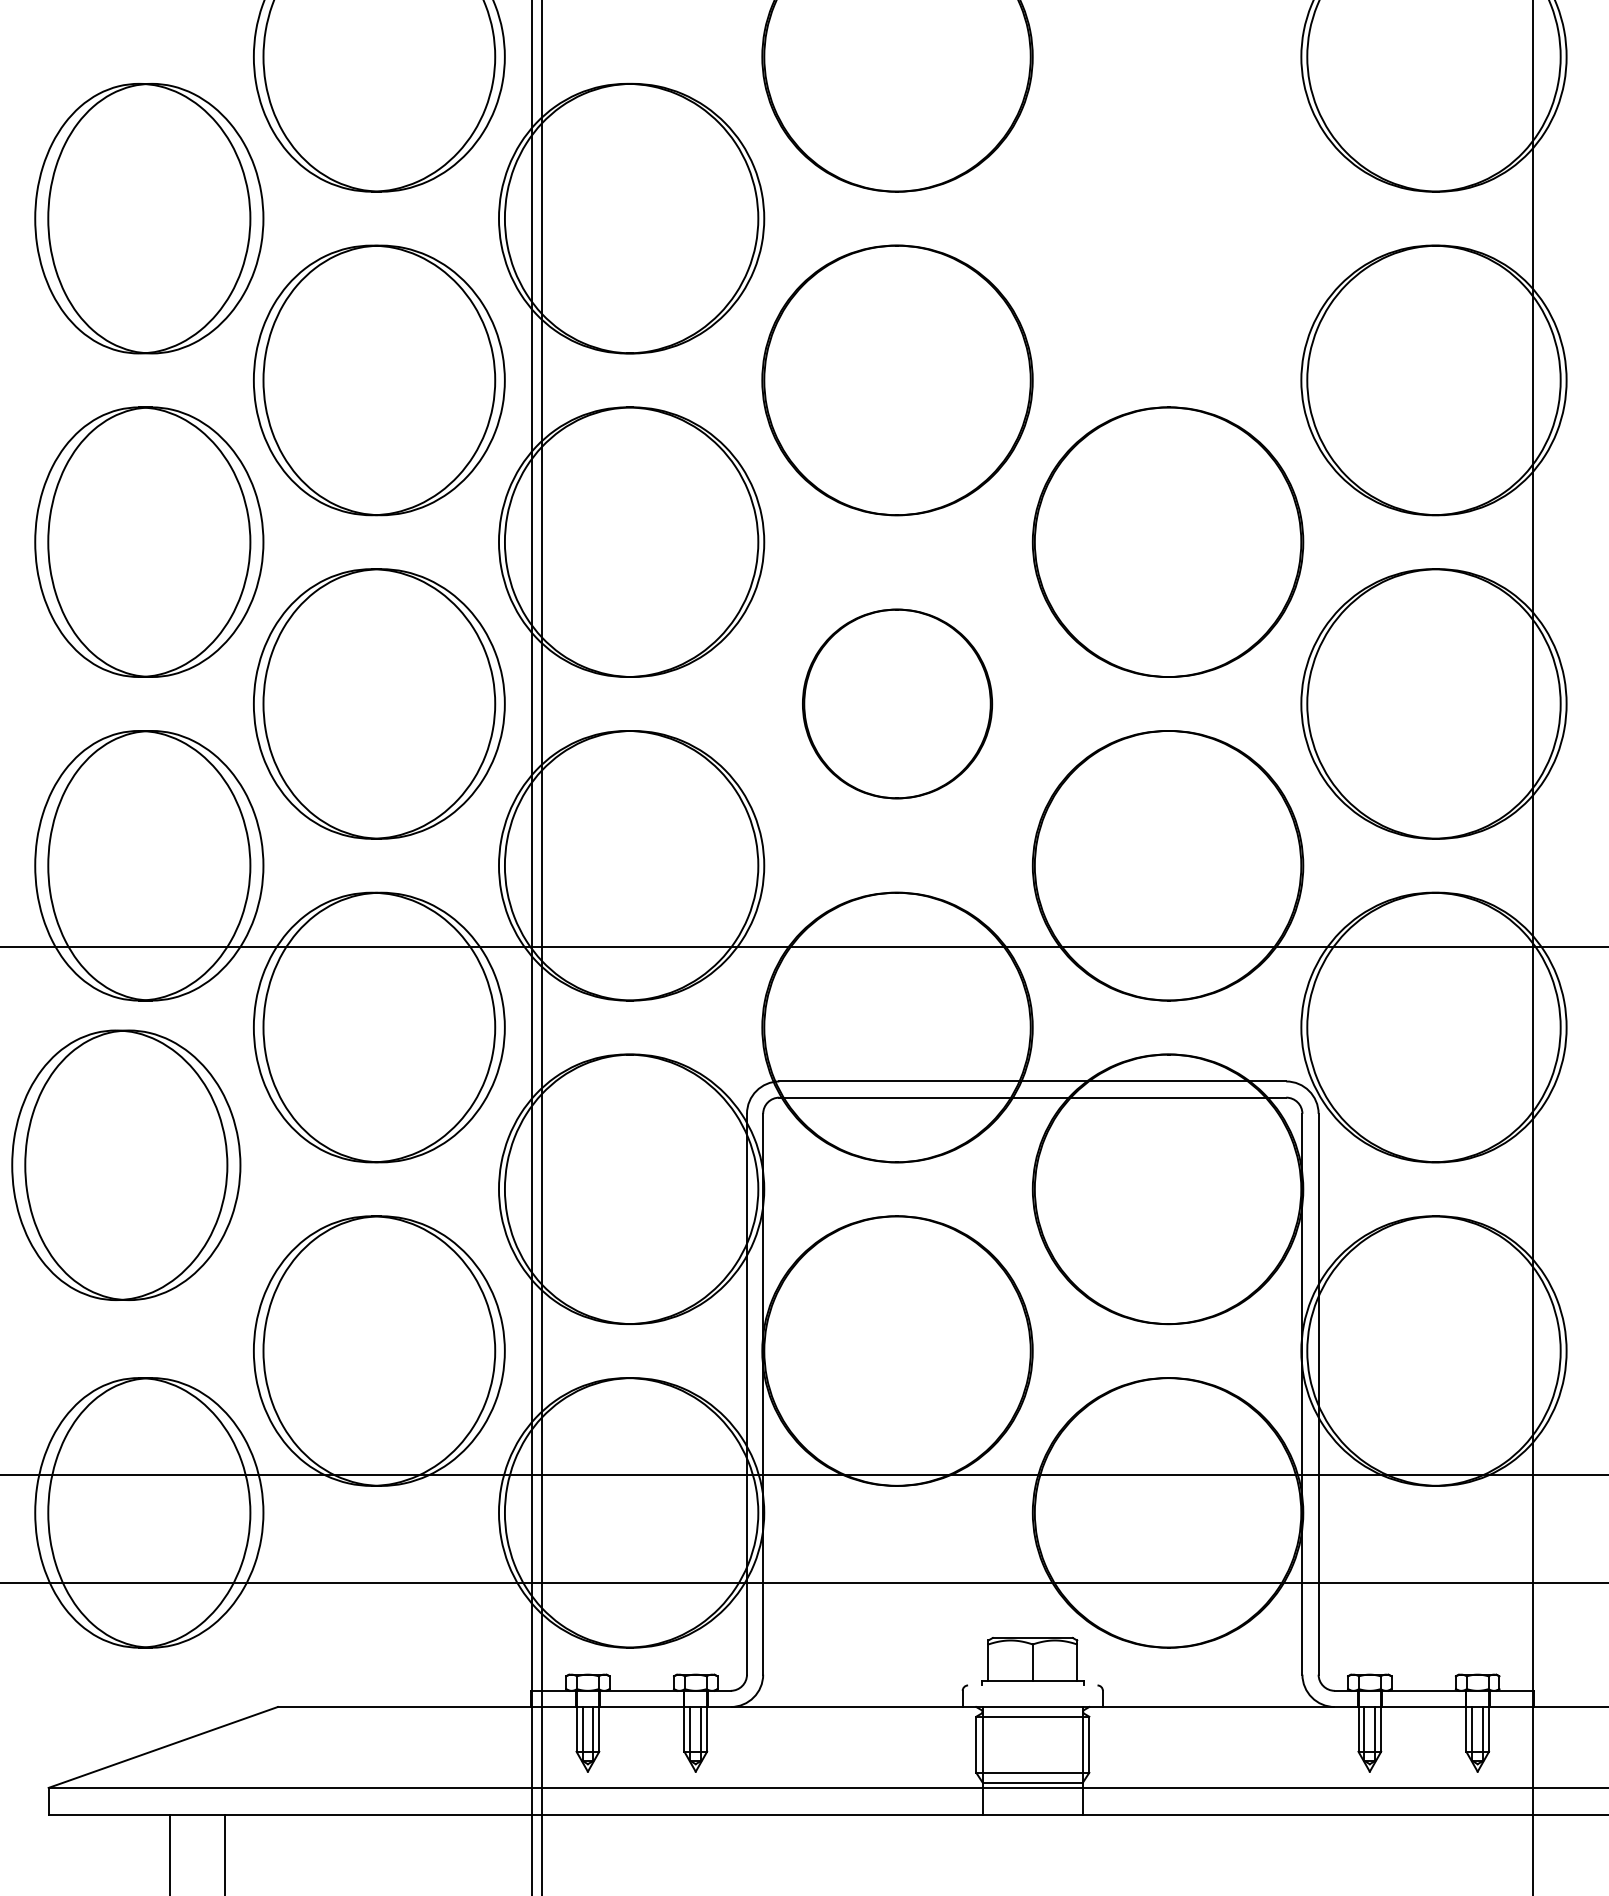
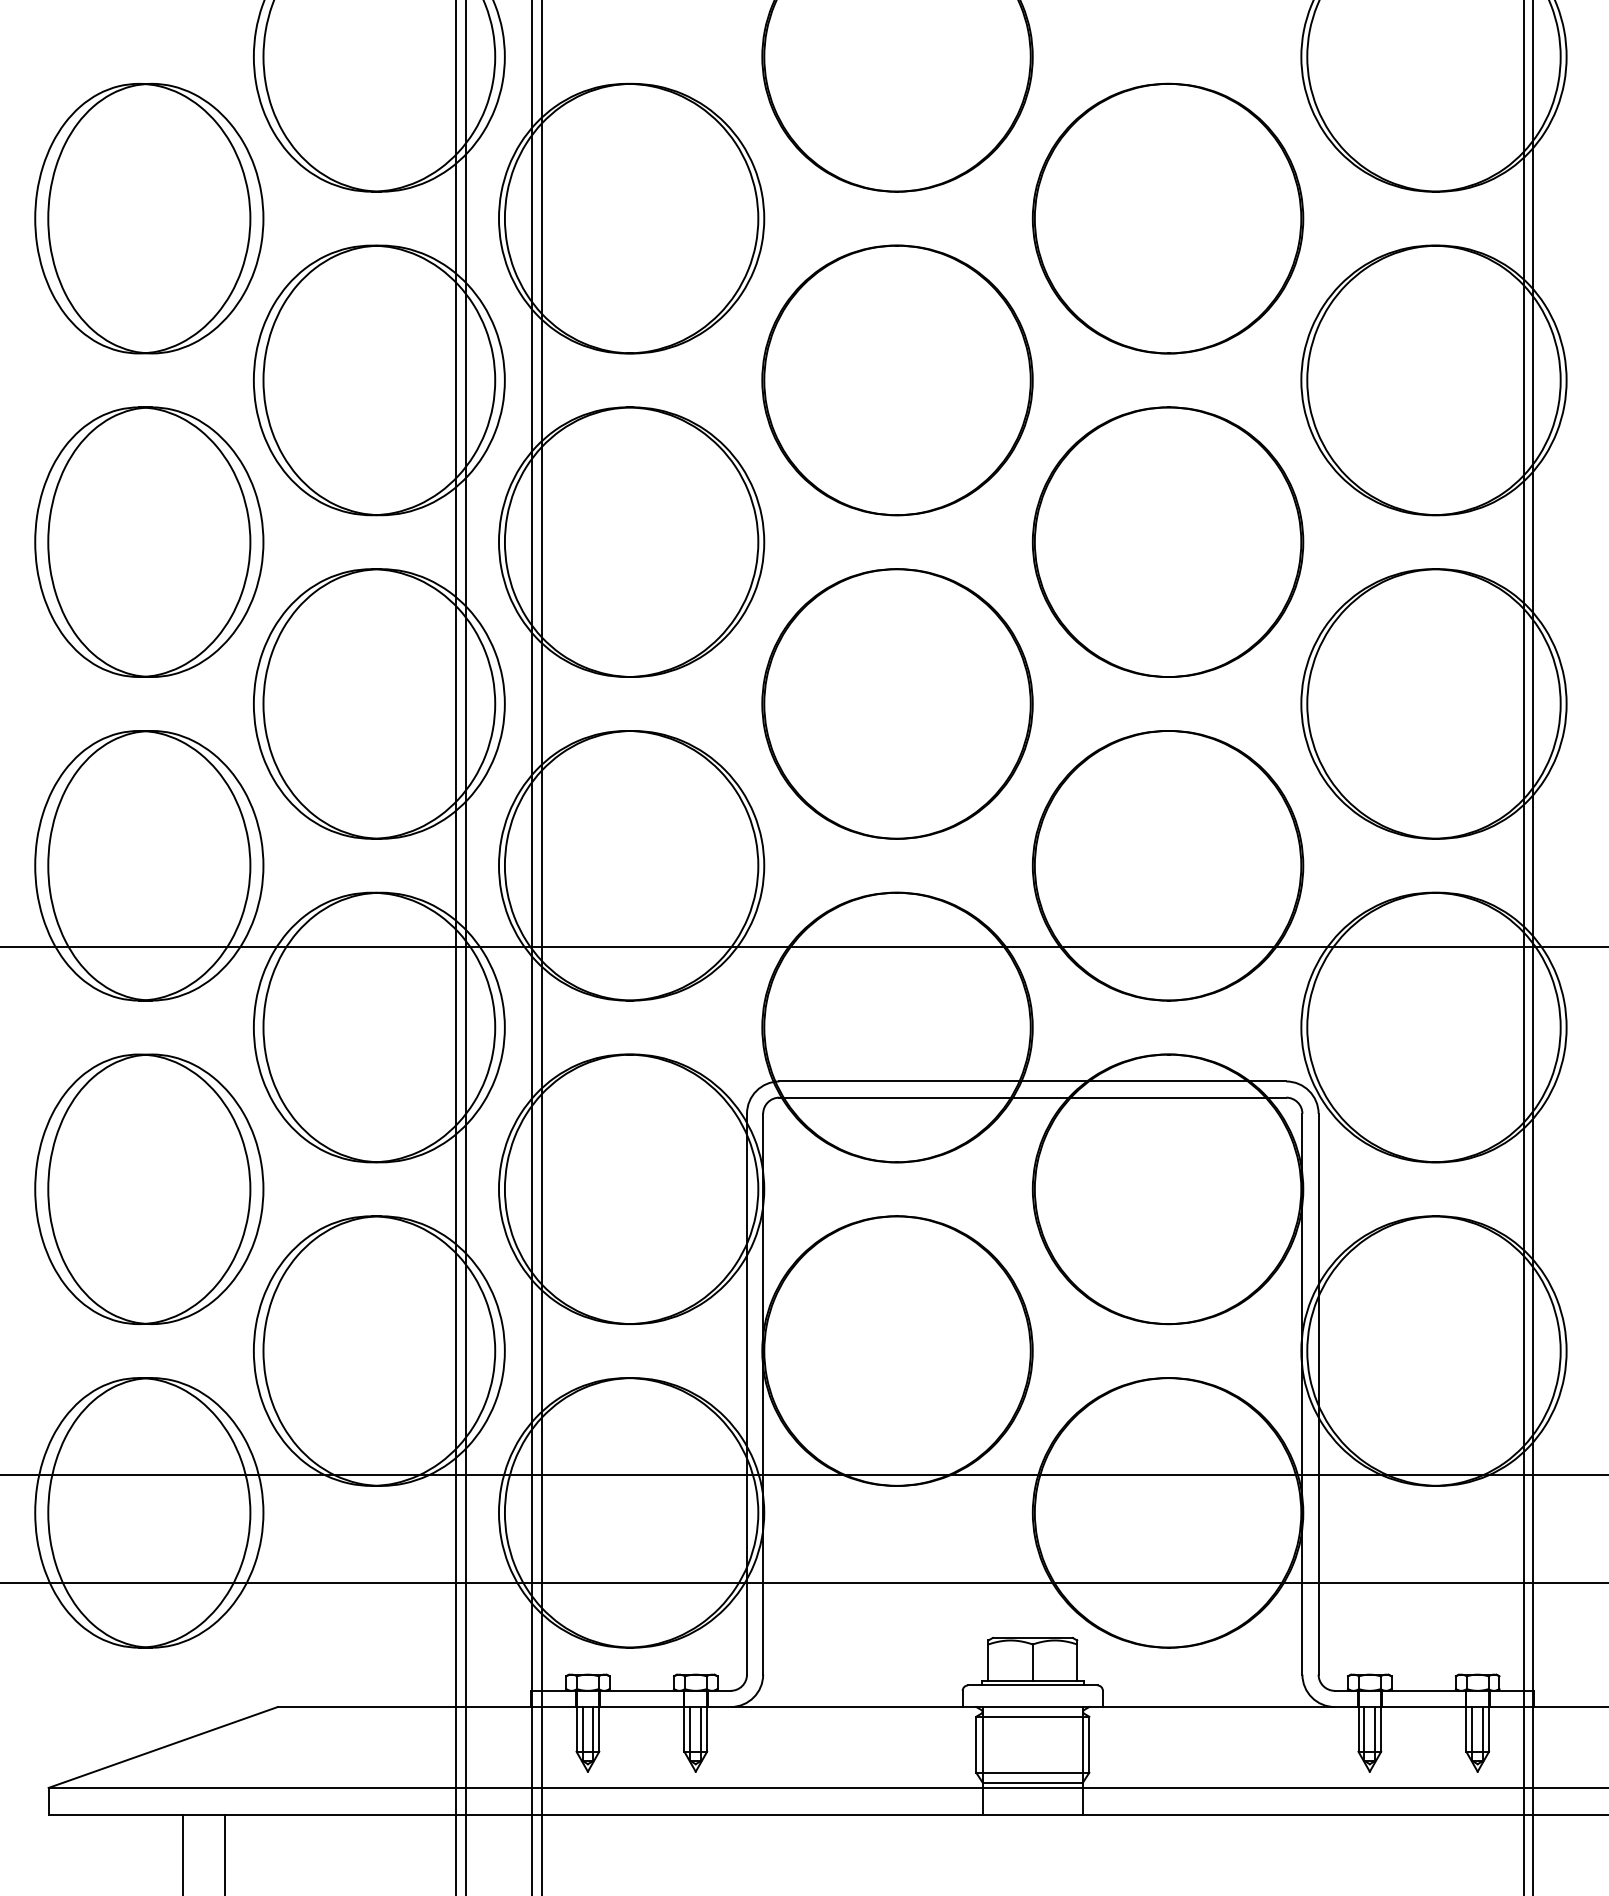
part at (1167, 218): none -> present
part at (897, 703) size: 192x192 px -> 273x272 px
line at (455, 947): none -> present
line at (465, 947): none -> present
line at (1523, 947): none -> present
part at (126, 1164) position: (126, 1164) -> (149, 1188)
line at (1032, 1685): none -> present
line at (170, 1853) position: (170, 1853) -> (183, 1853)
